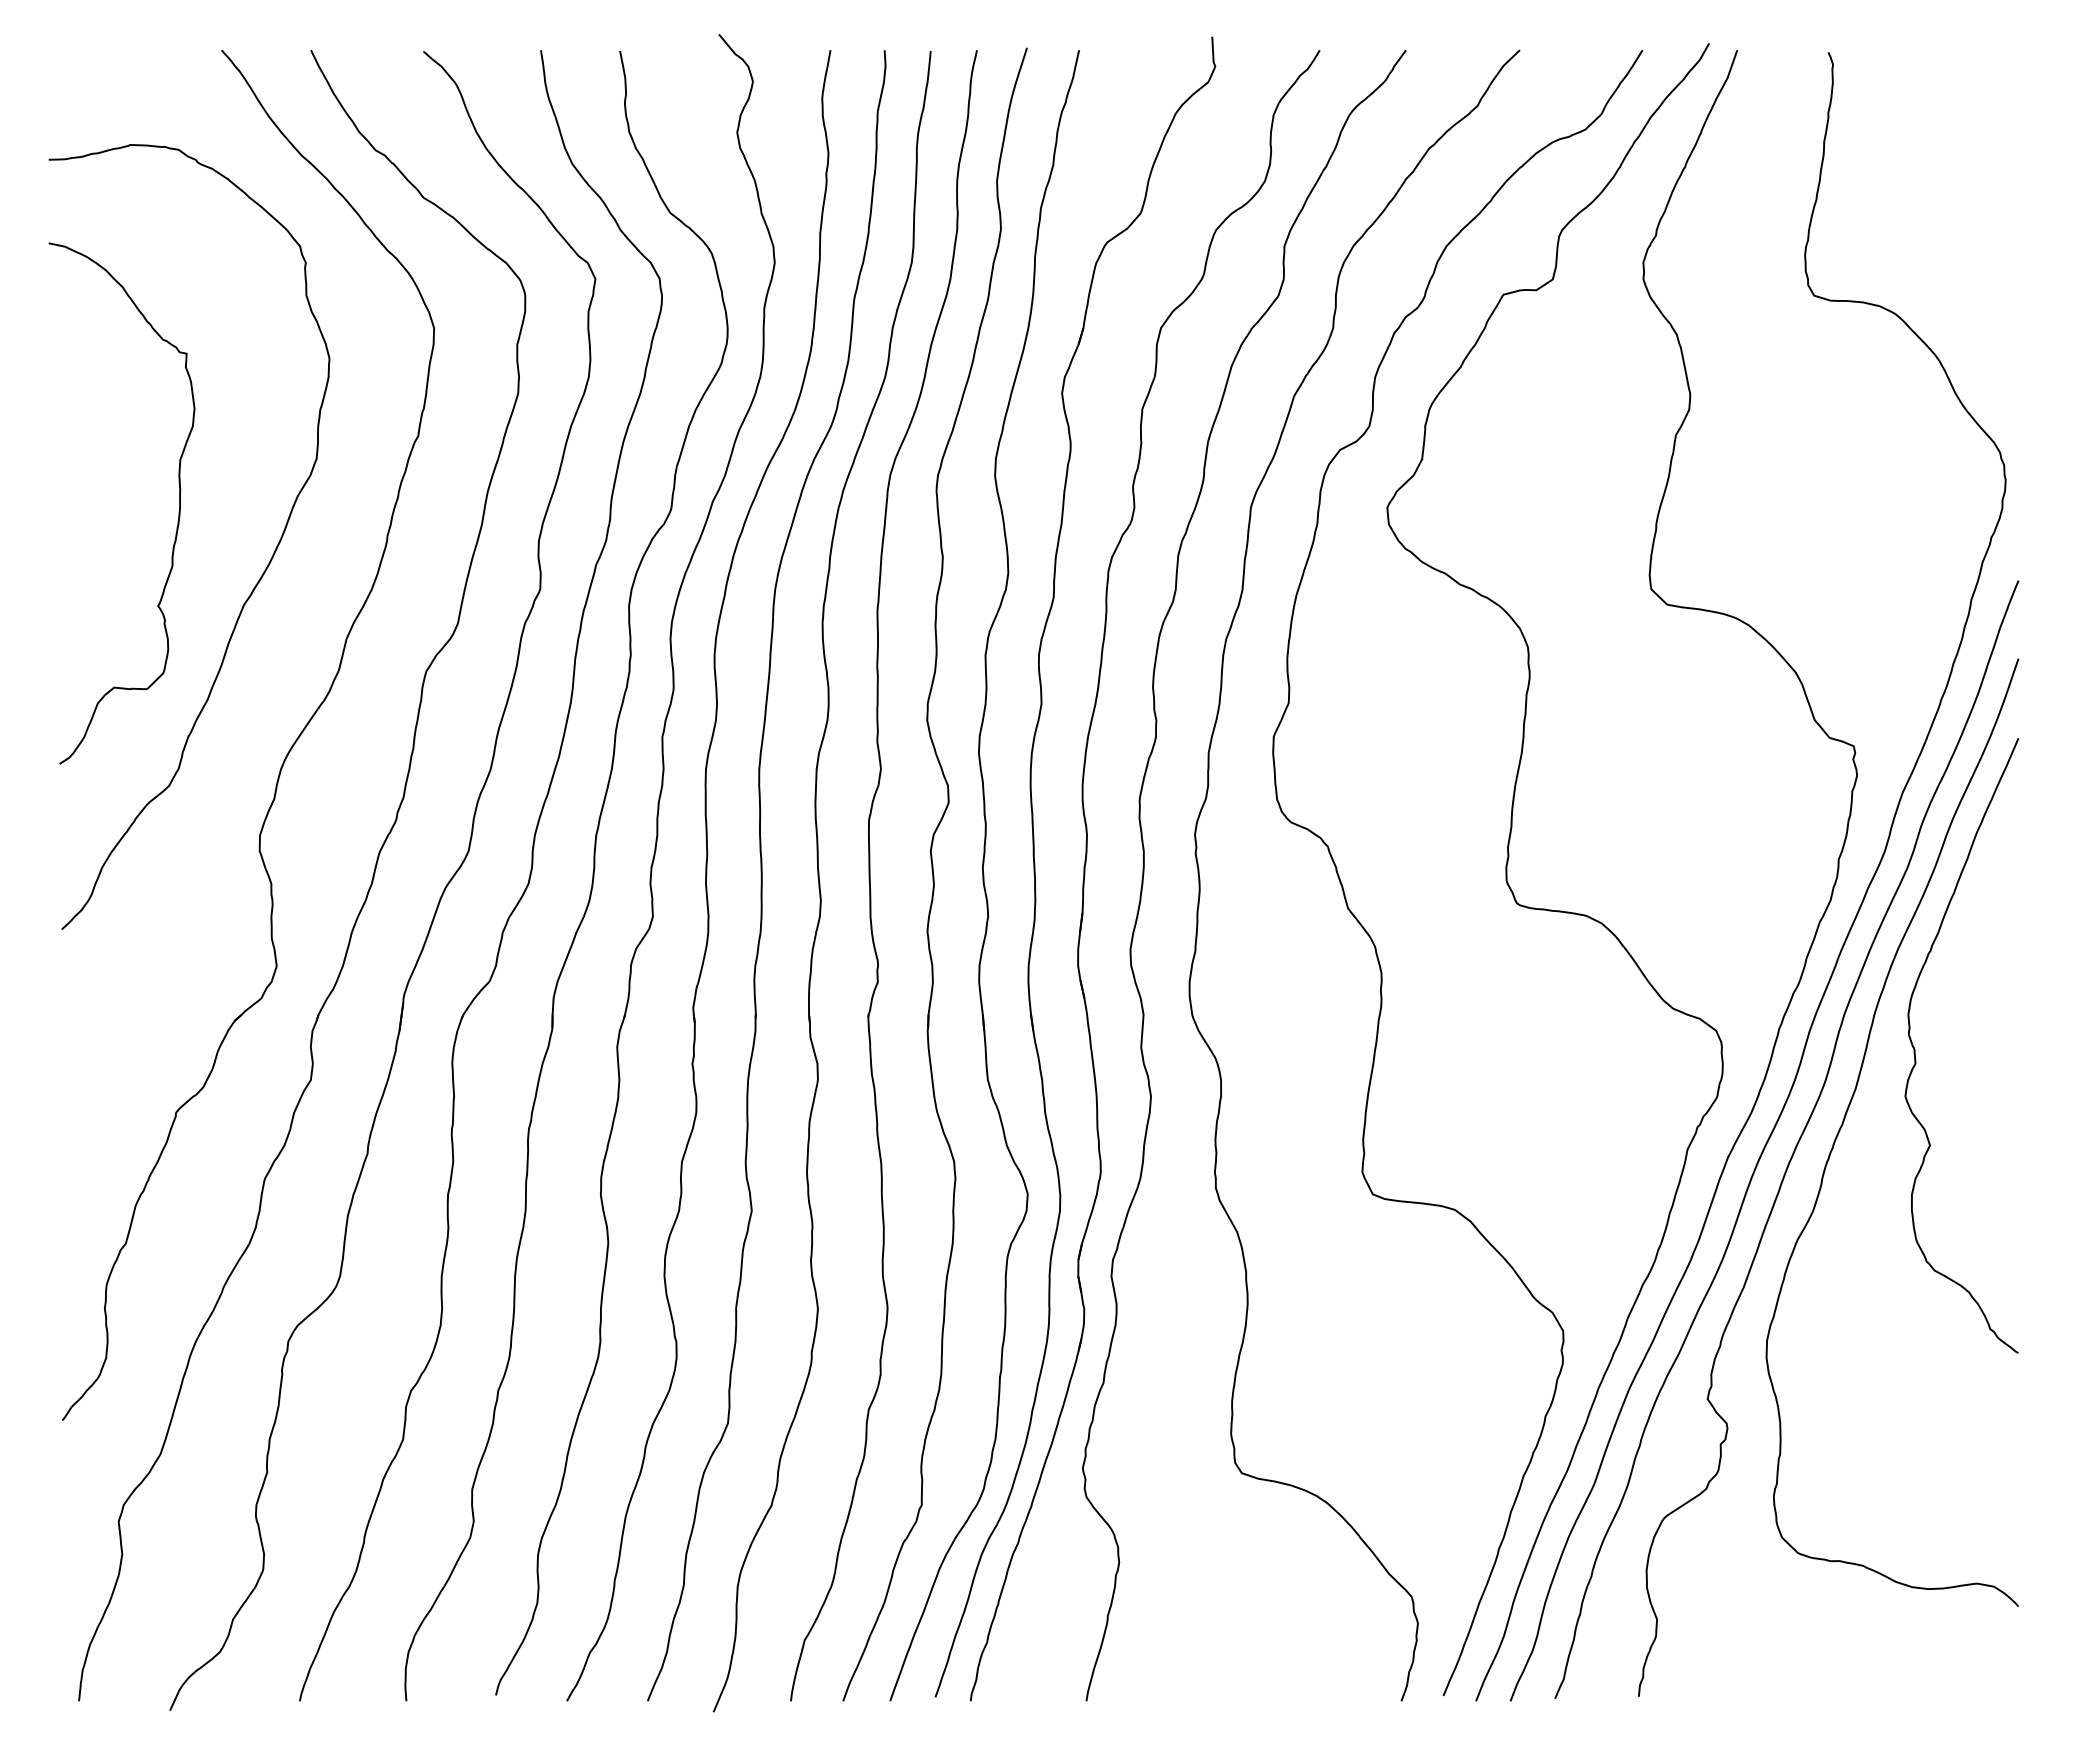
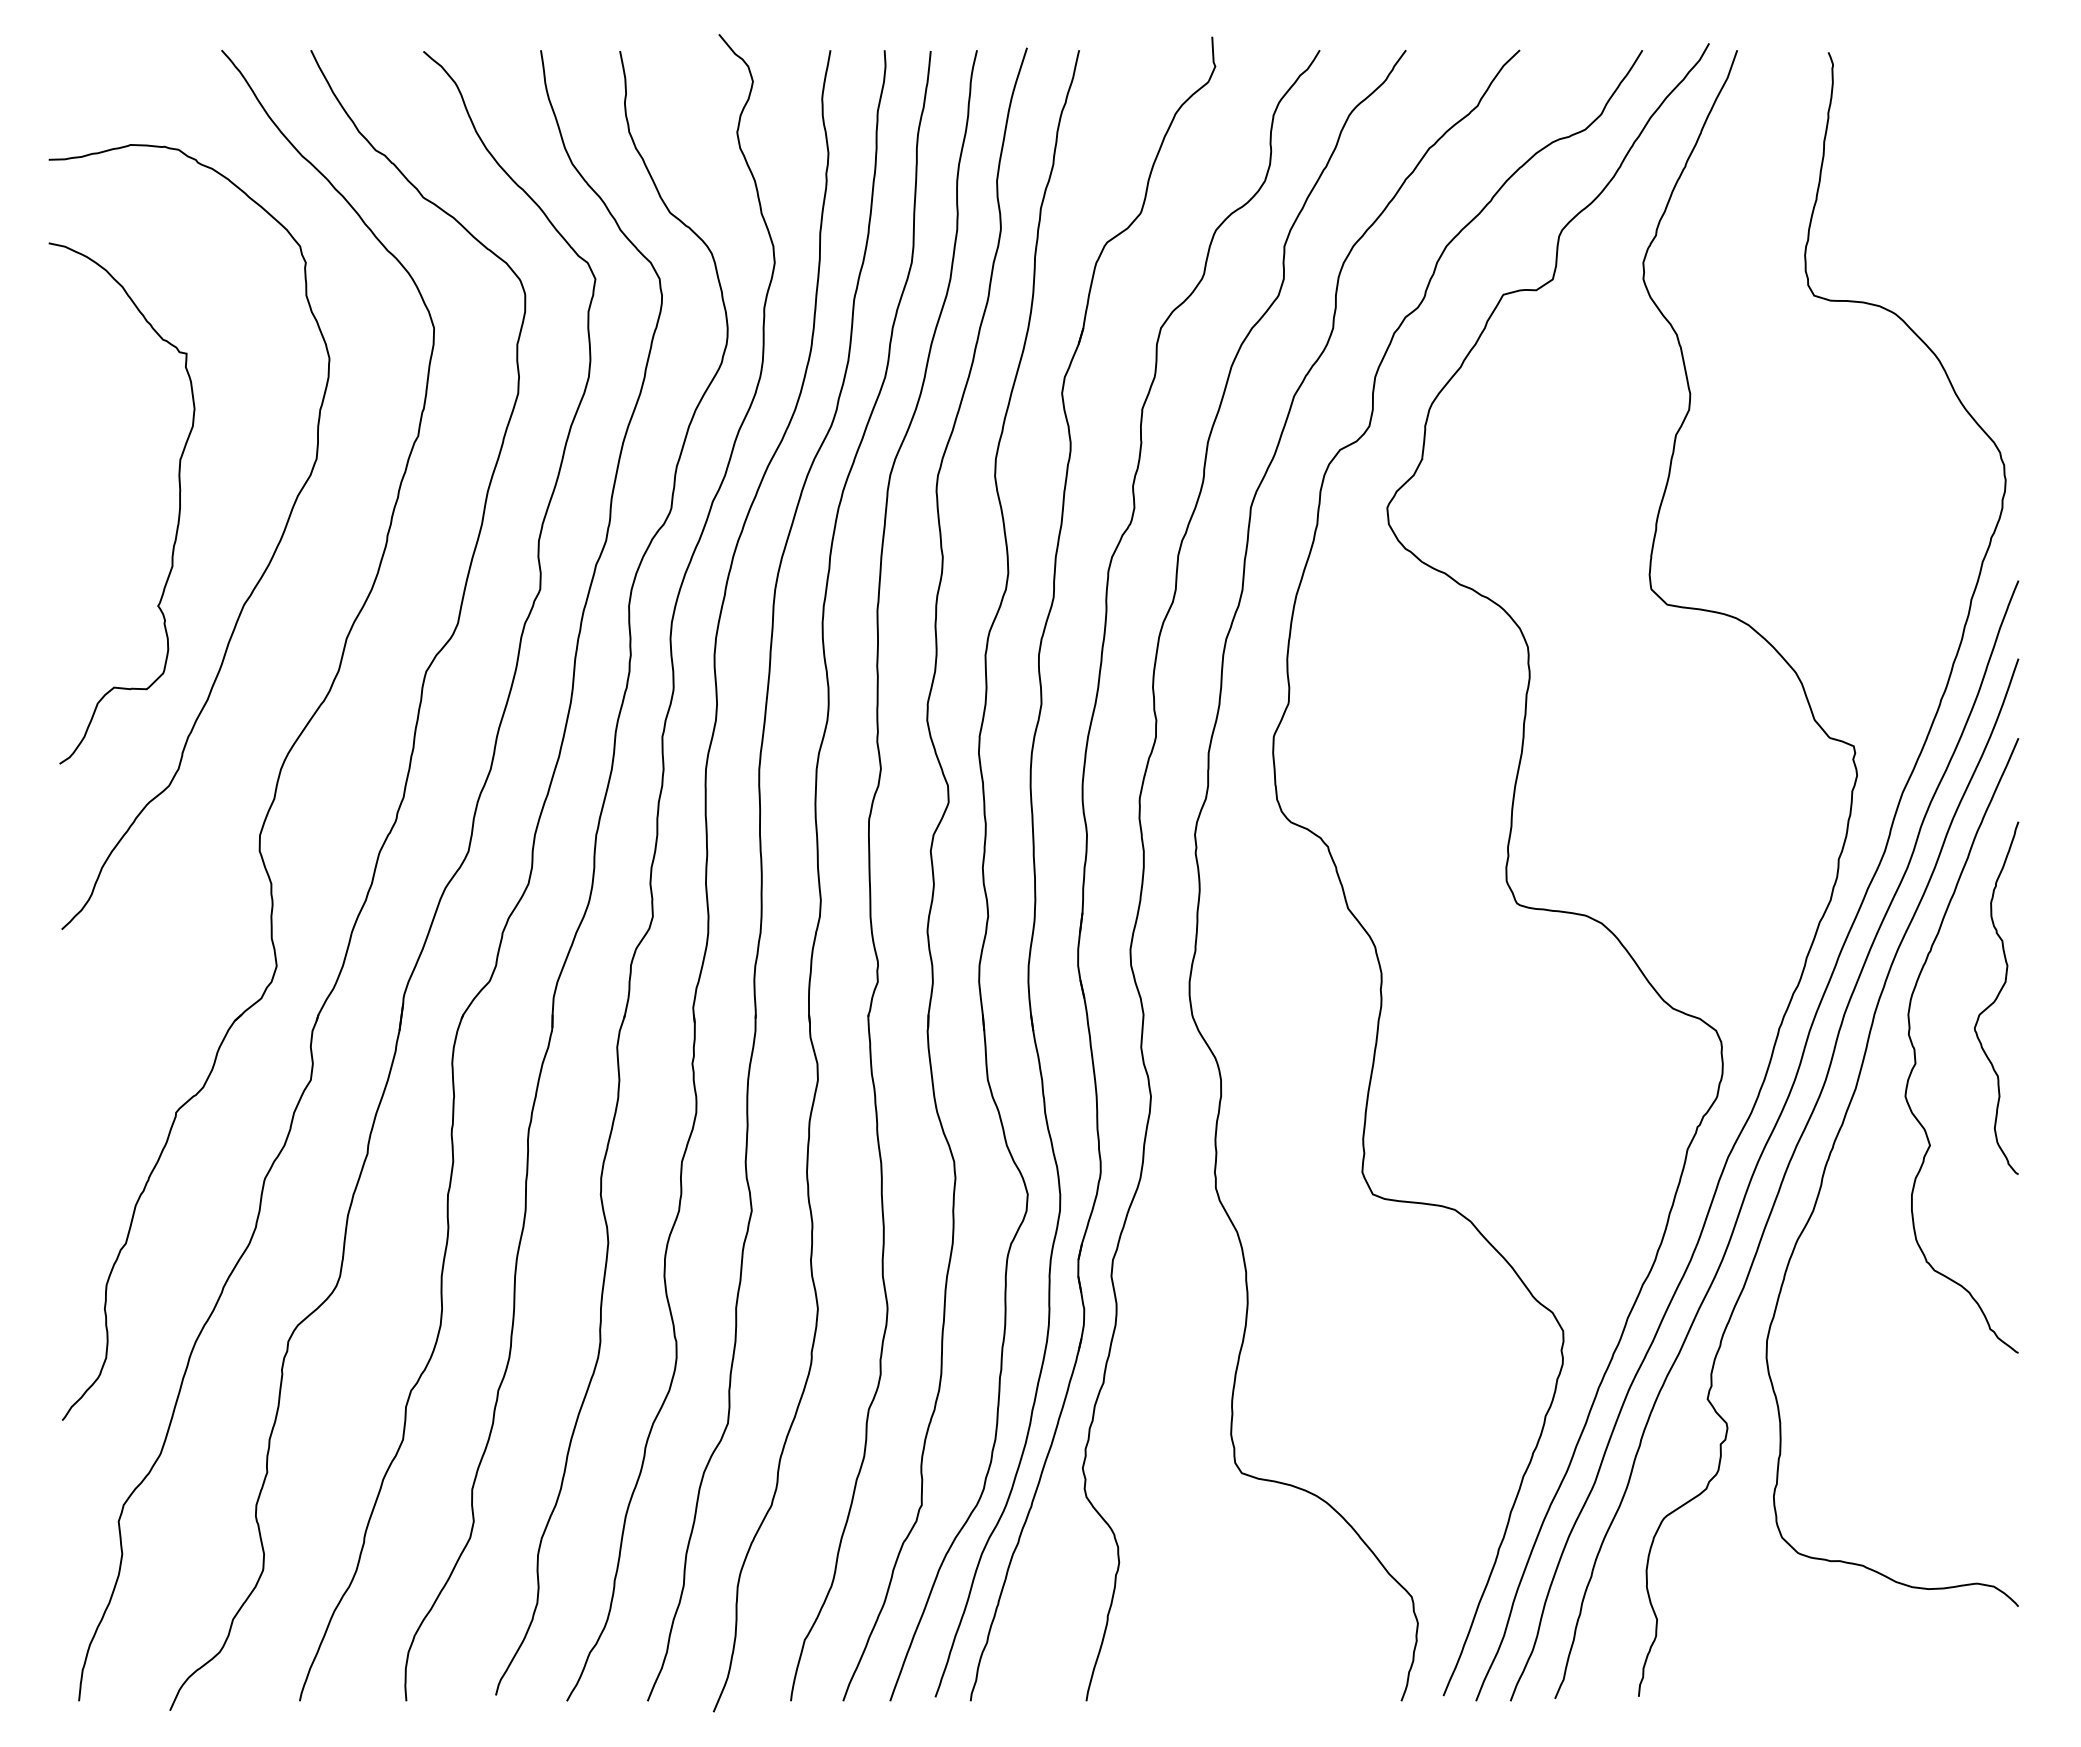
curve at (1996, 997): none -> present
